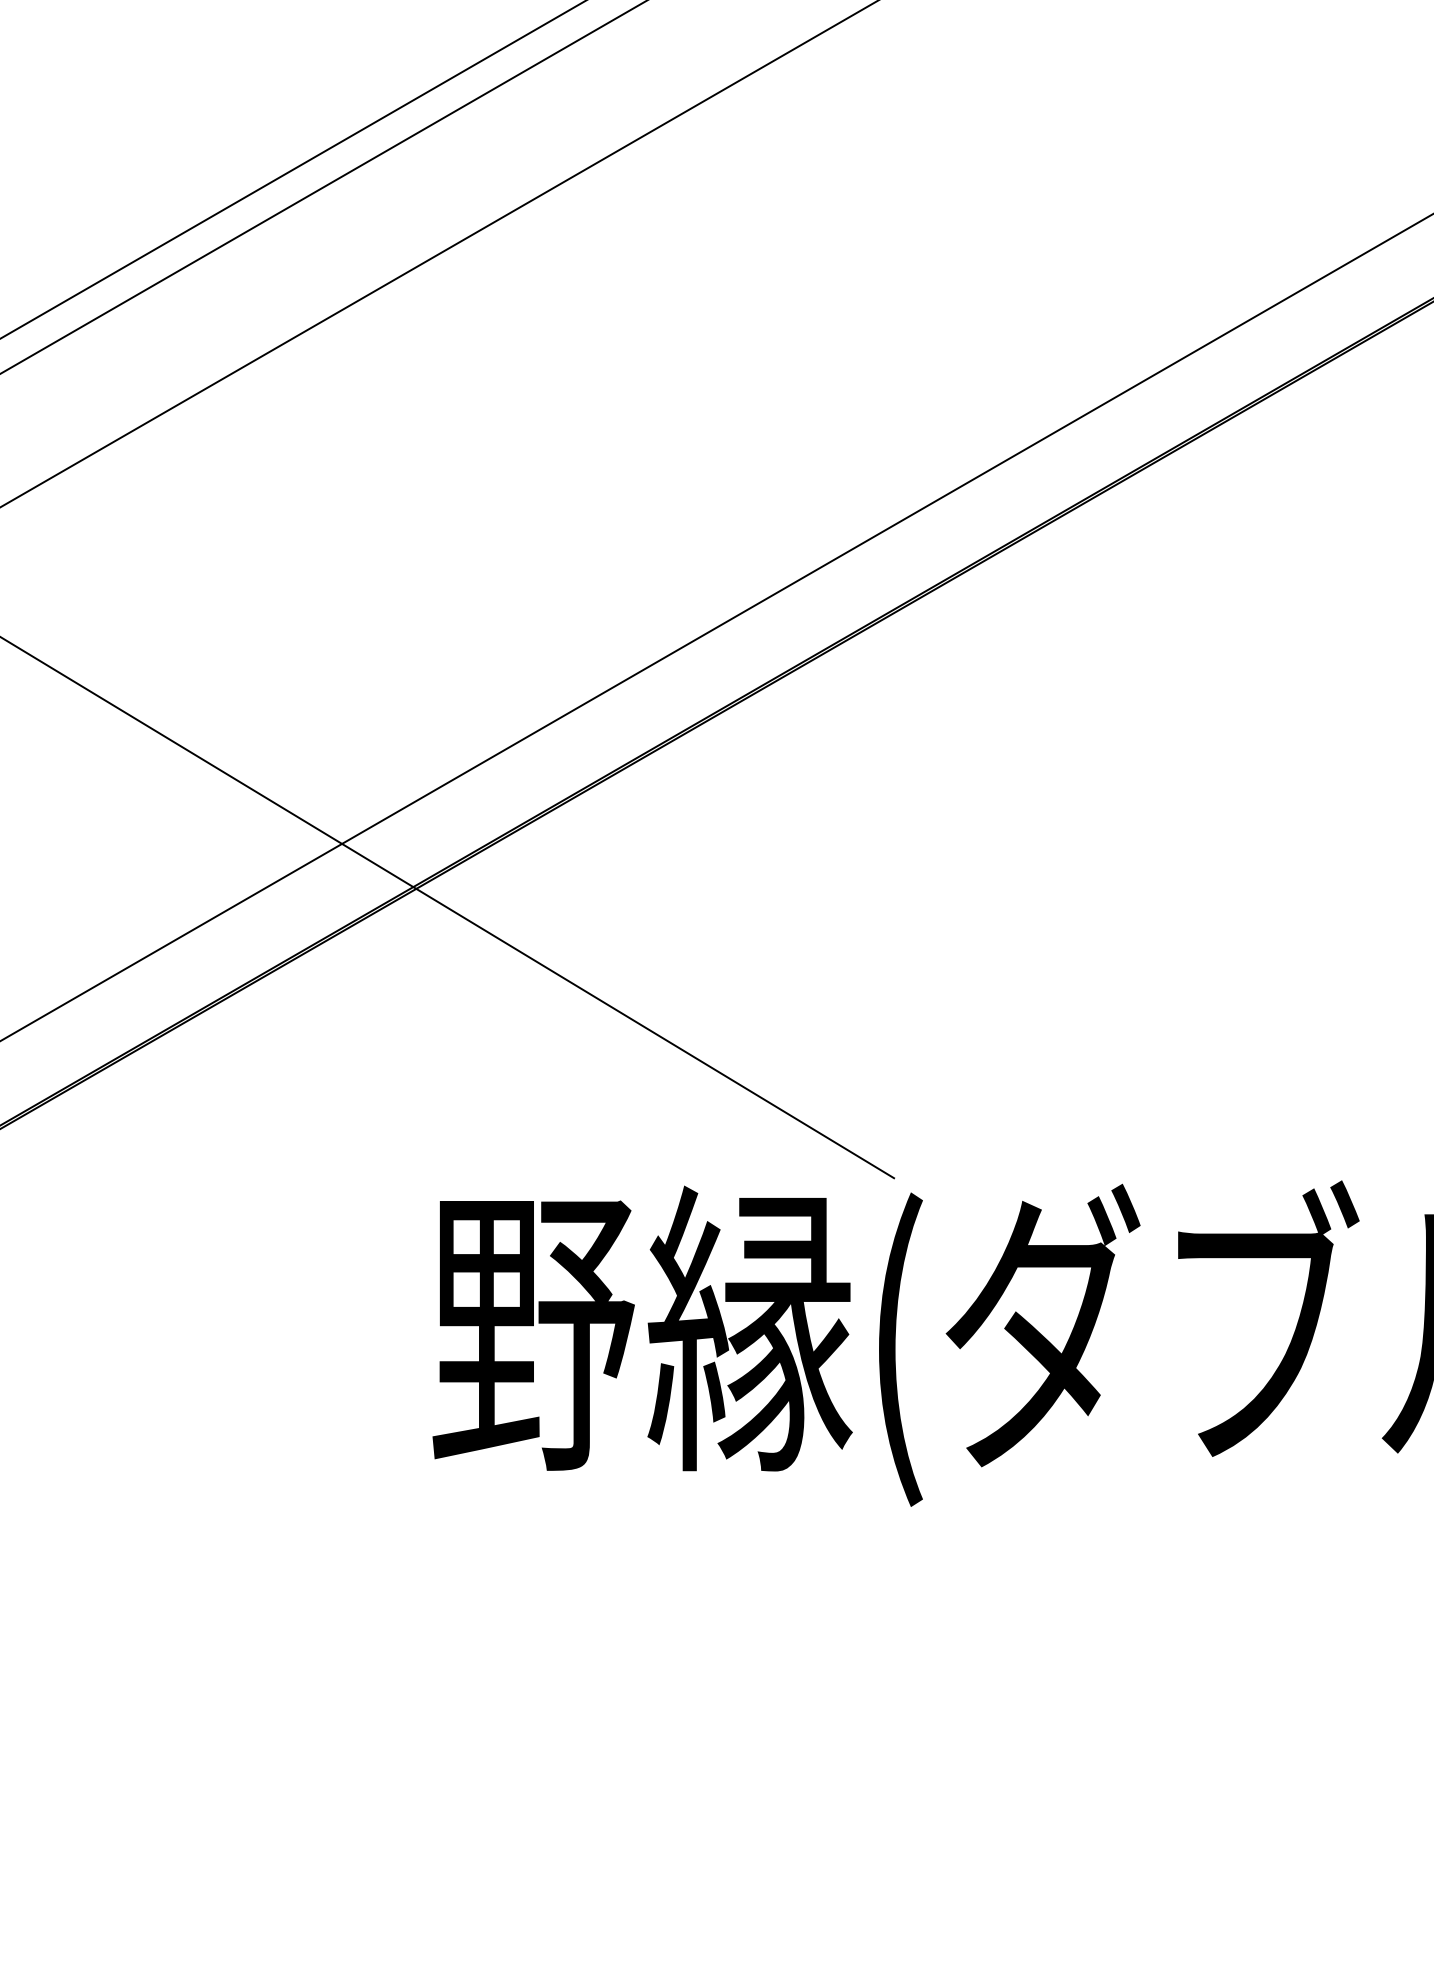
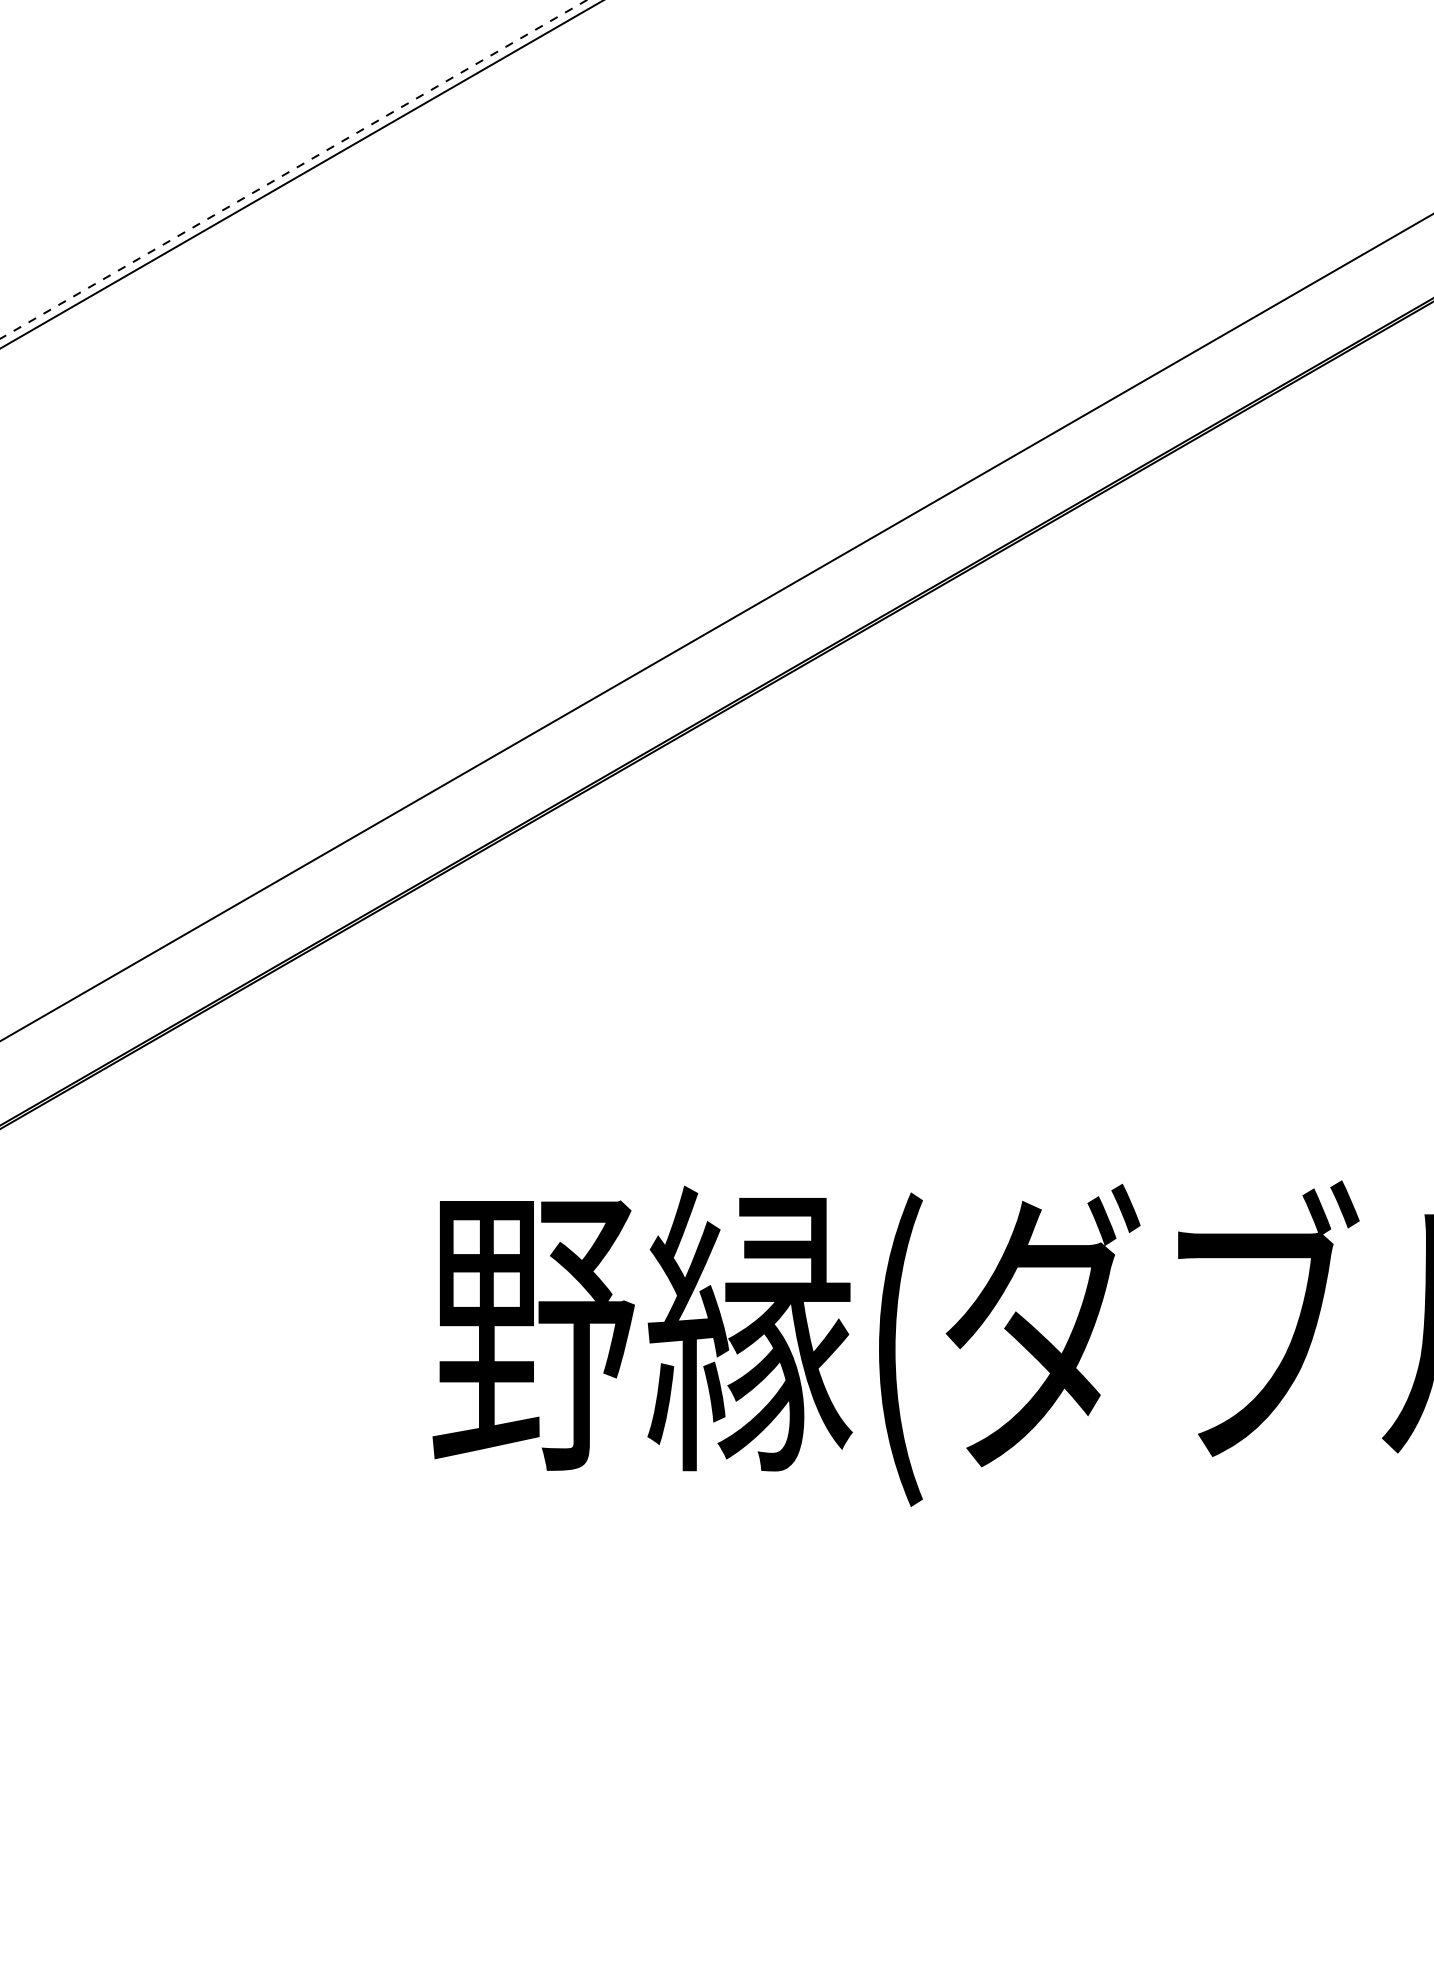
line at (294, 169): solid -> dashed
line at (322, 187) position: (322, 187) -> (301, 174)
line at (438, 254): present -> none
line at (448, 908): present -> none
